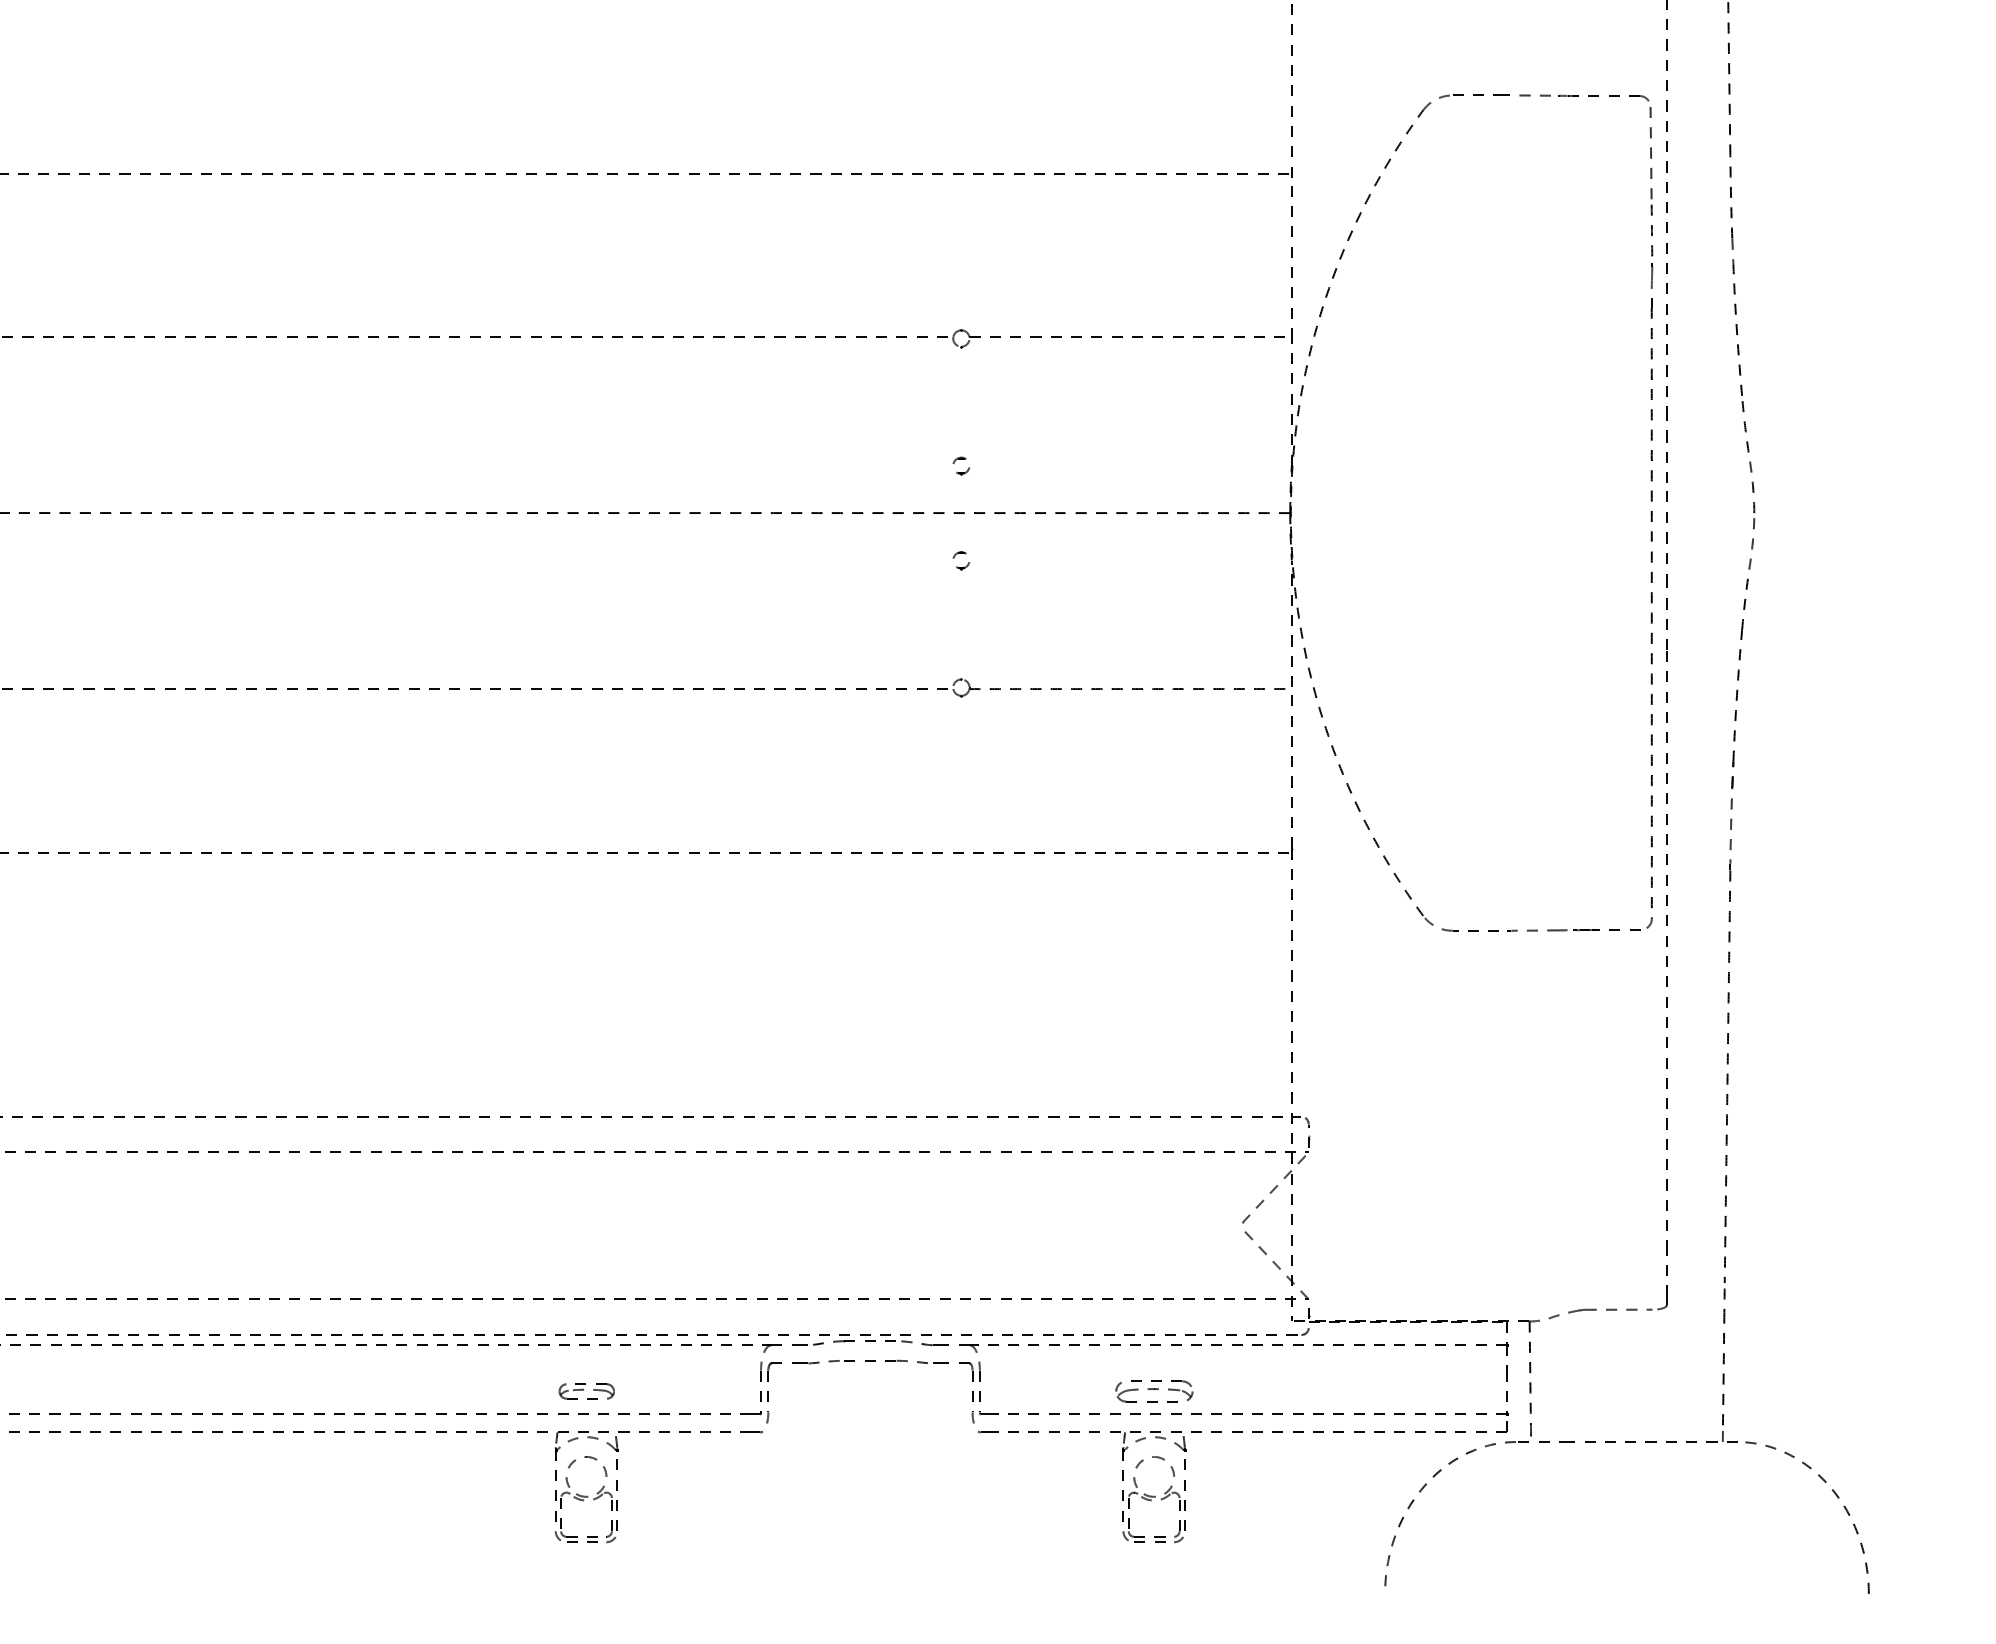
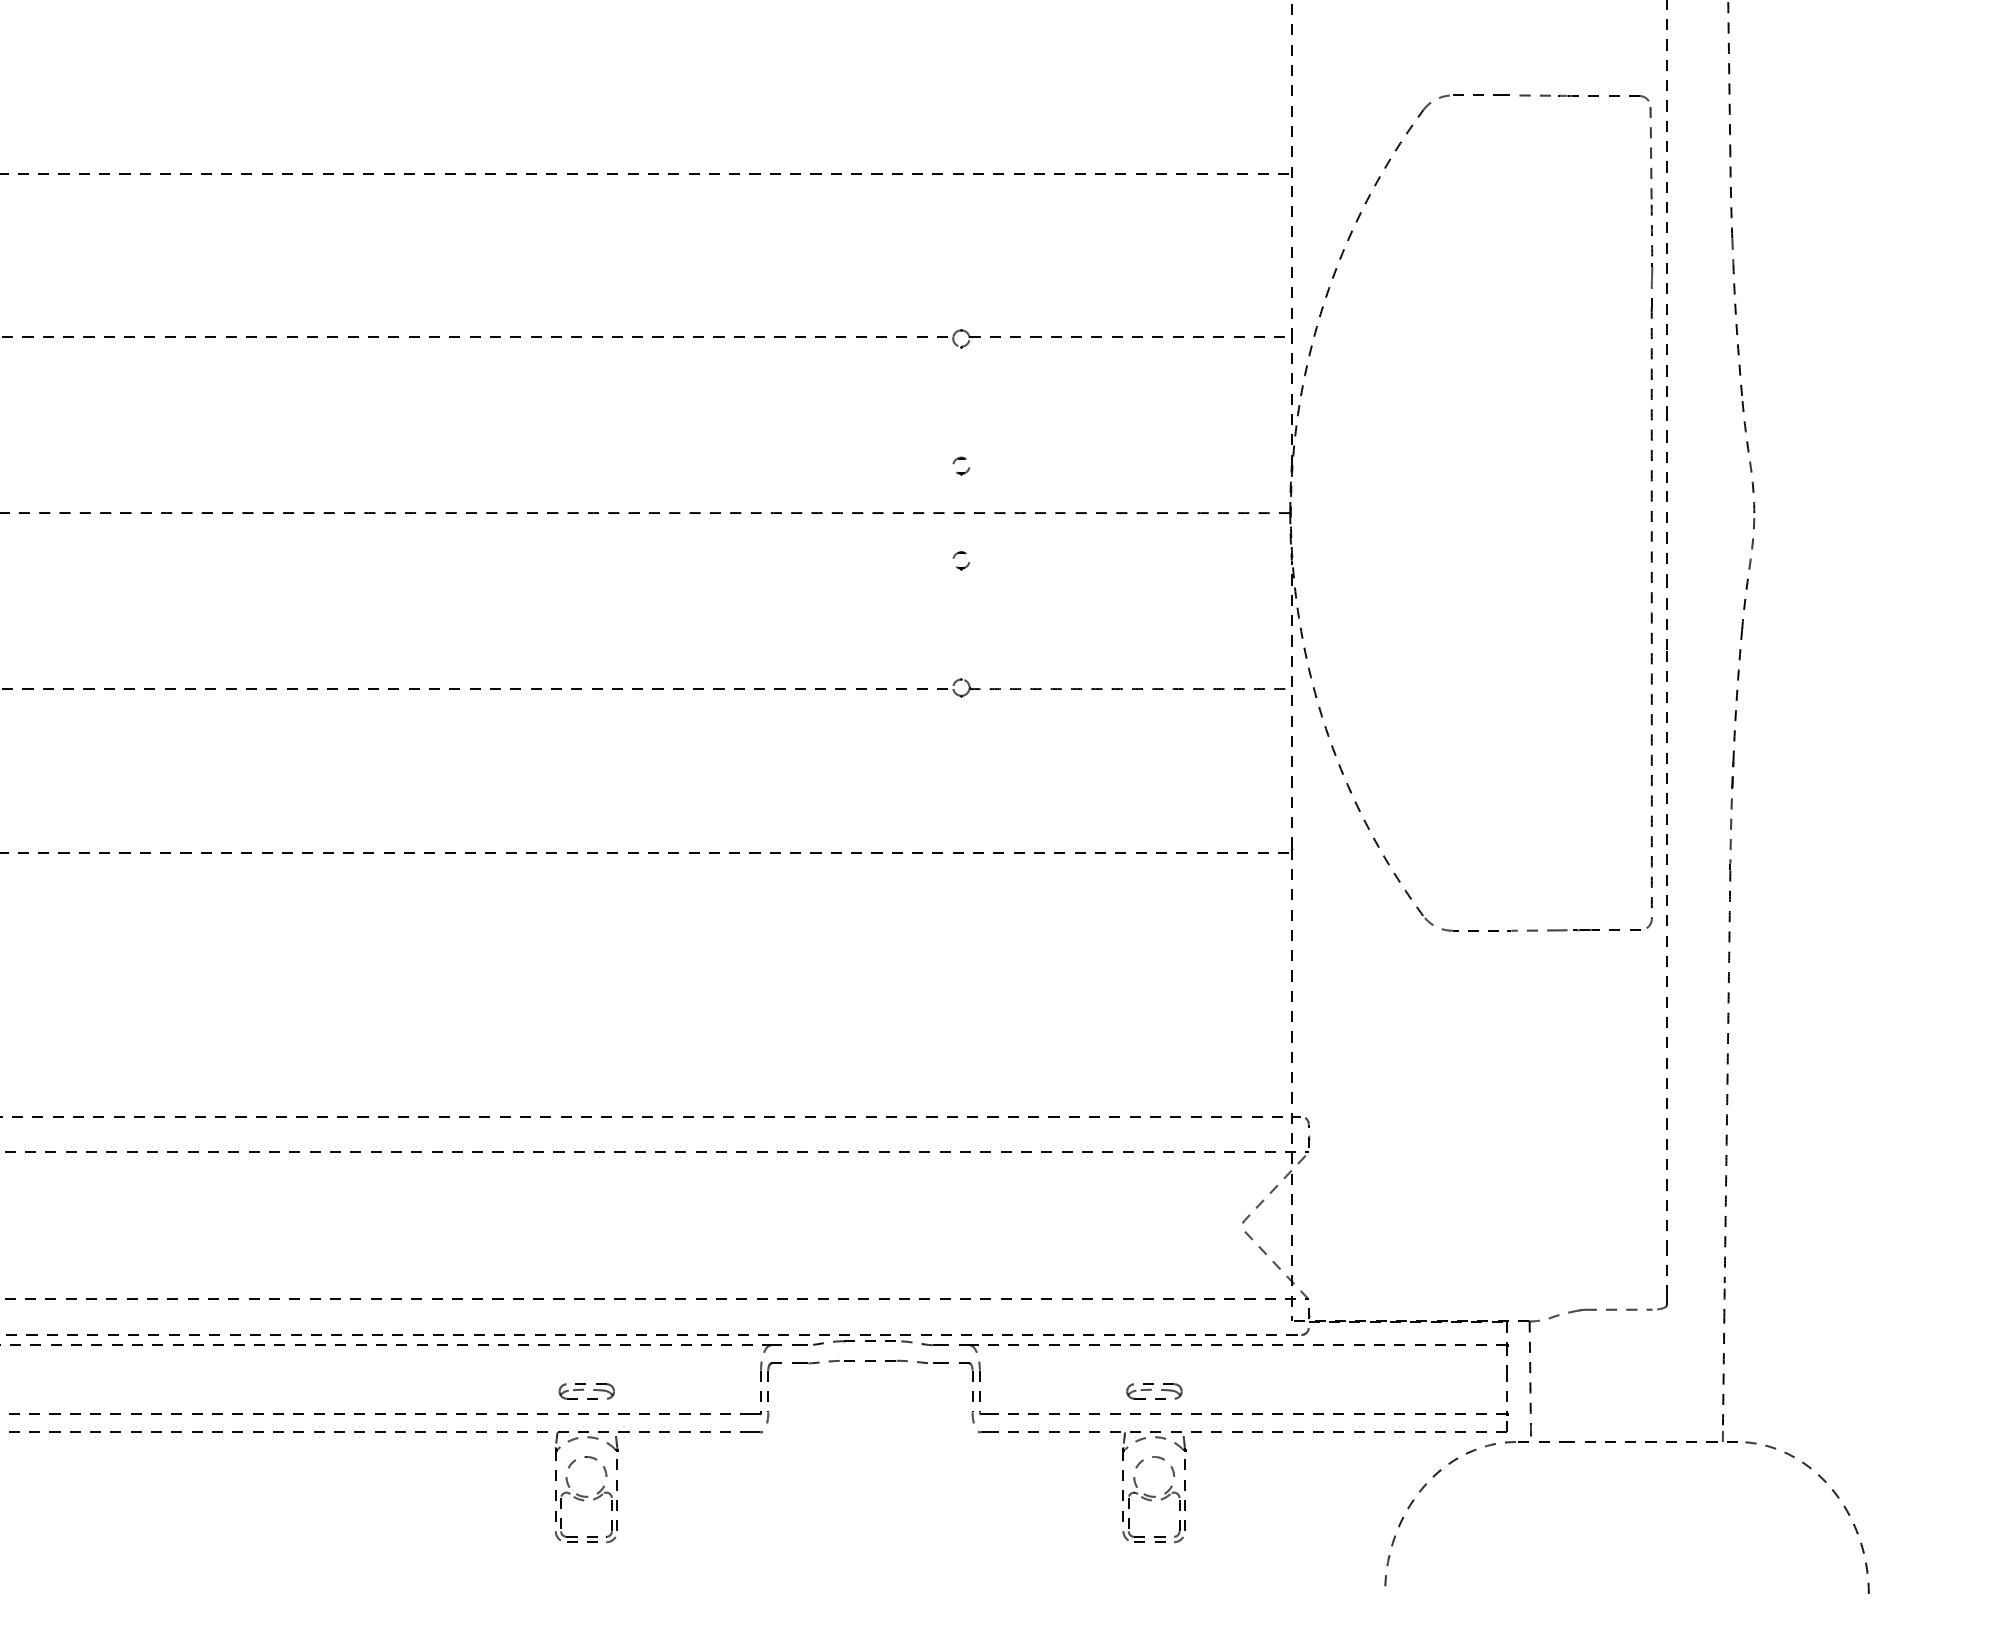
part at (1154, 1391) size: 79x23 px -> 57x17 px
